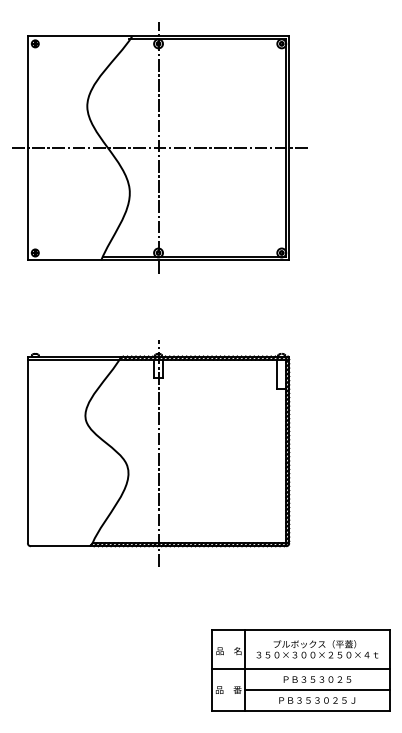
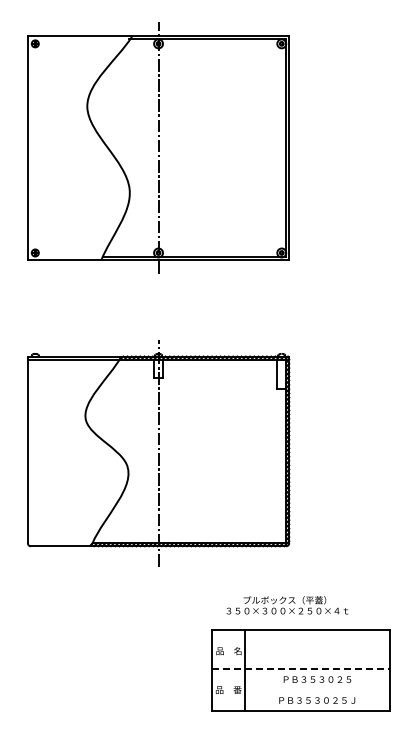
line at (159, 148): present -> none
text at (317, 649) position: (317, 649) -> (287, 605)
line at (301, 669): solid -> dashed
line at (317, 690): present -> none
